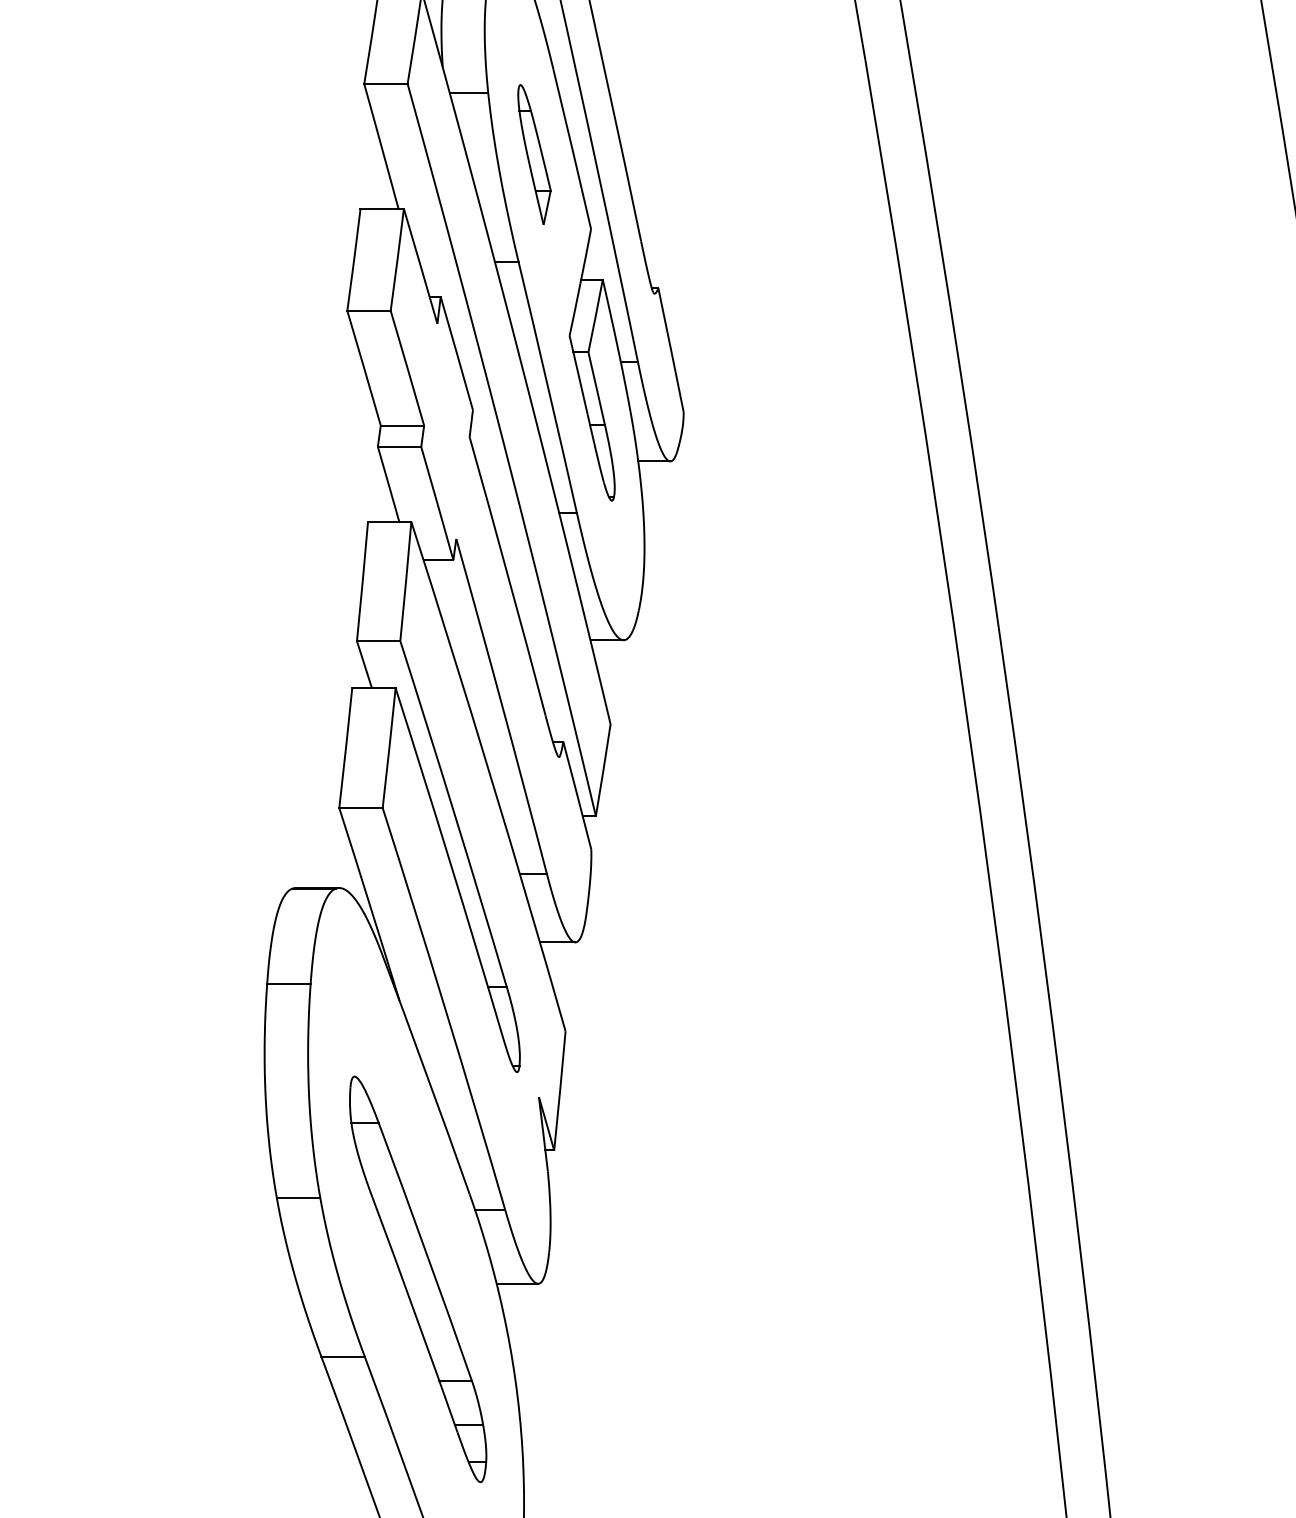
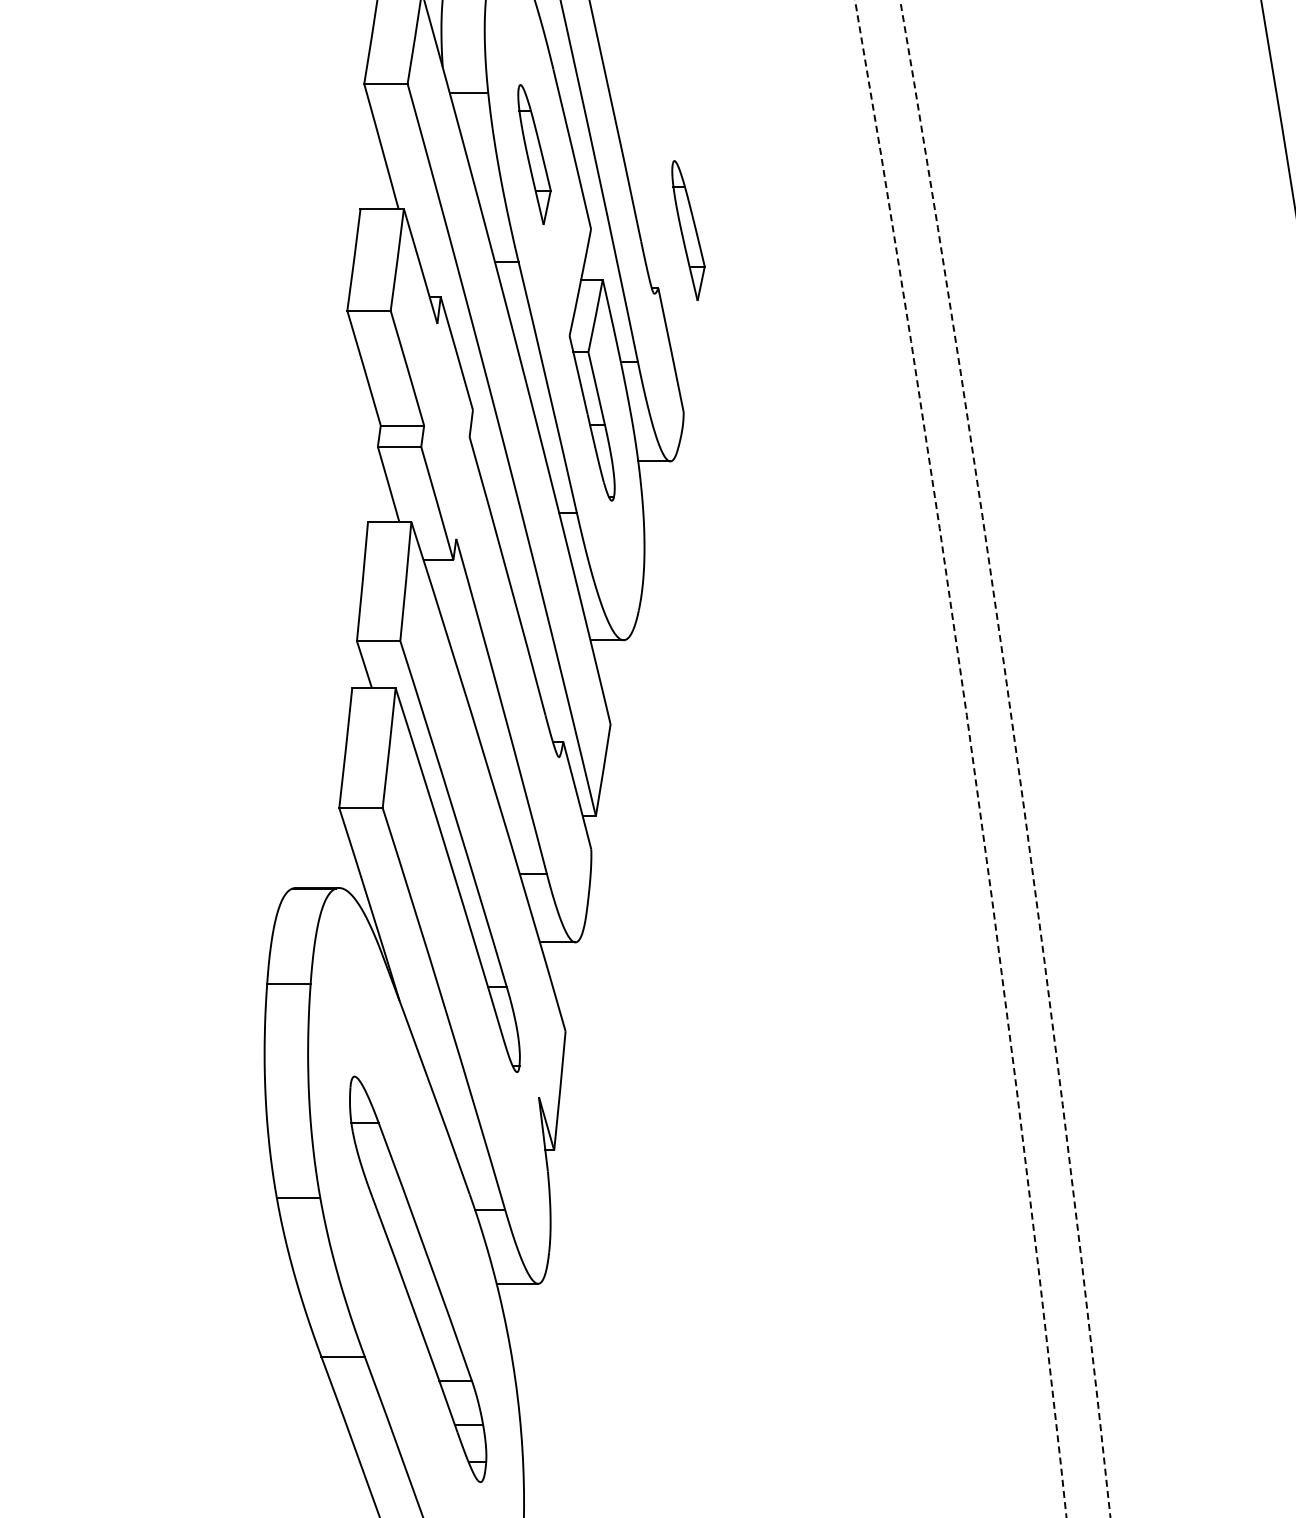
part at (688, 230): none -> present
arc at (1016, 756): solid -> dashed
arc at (972, 757): solid -> dashed
